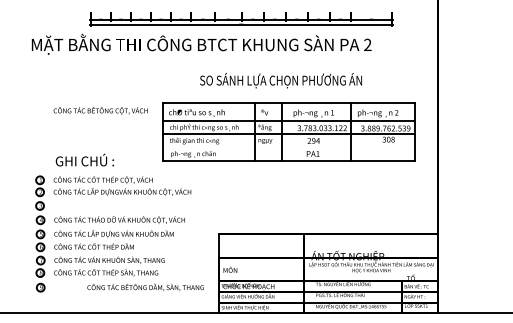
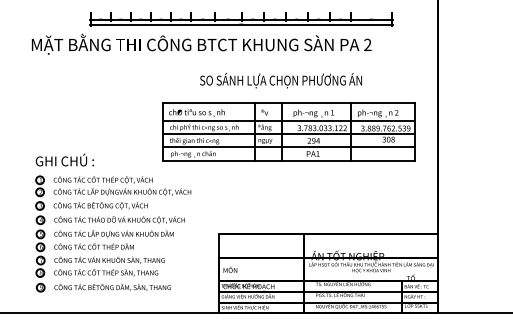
text at (100, 110) position: (100, 110) -> (100, 205)
line at (288, 147): none -> present
text at (84, 159) position: (84, 159) -> (64, 159)
text at (145, 287) position: (145, 287) -> (112, 287)
